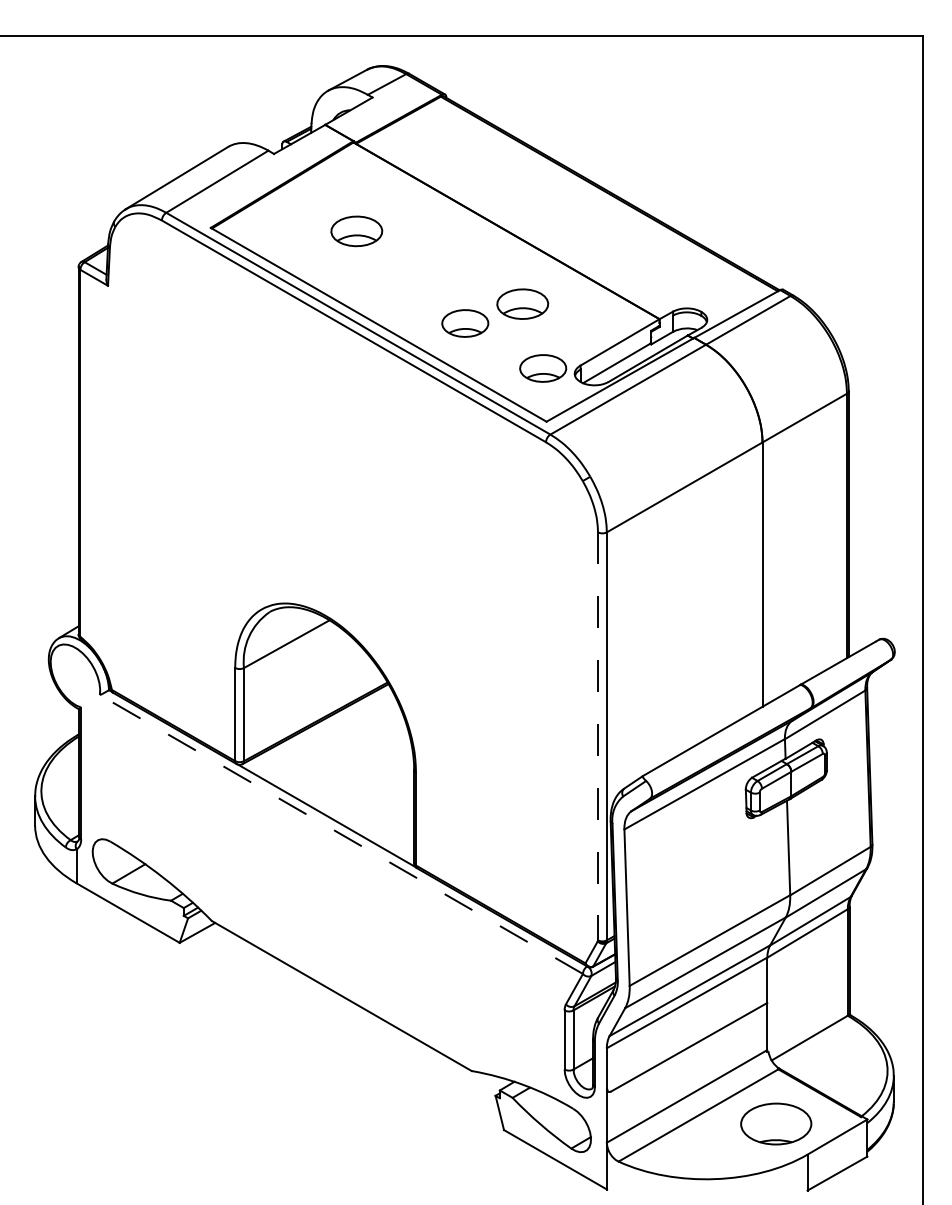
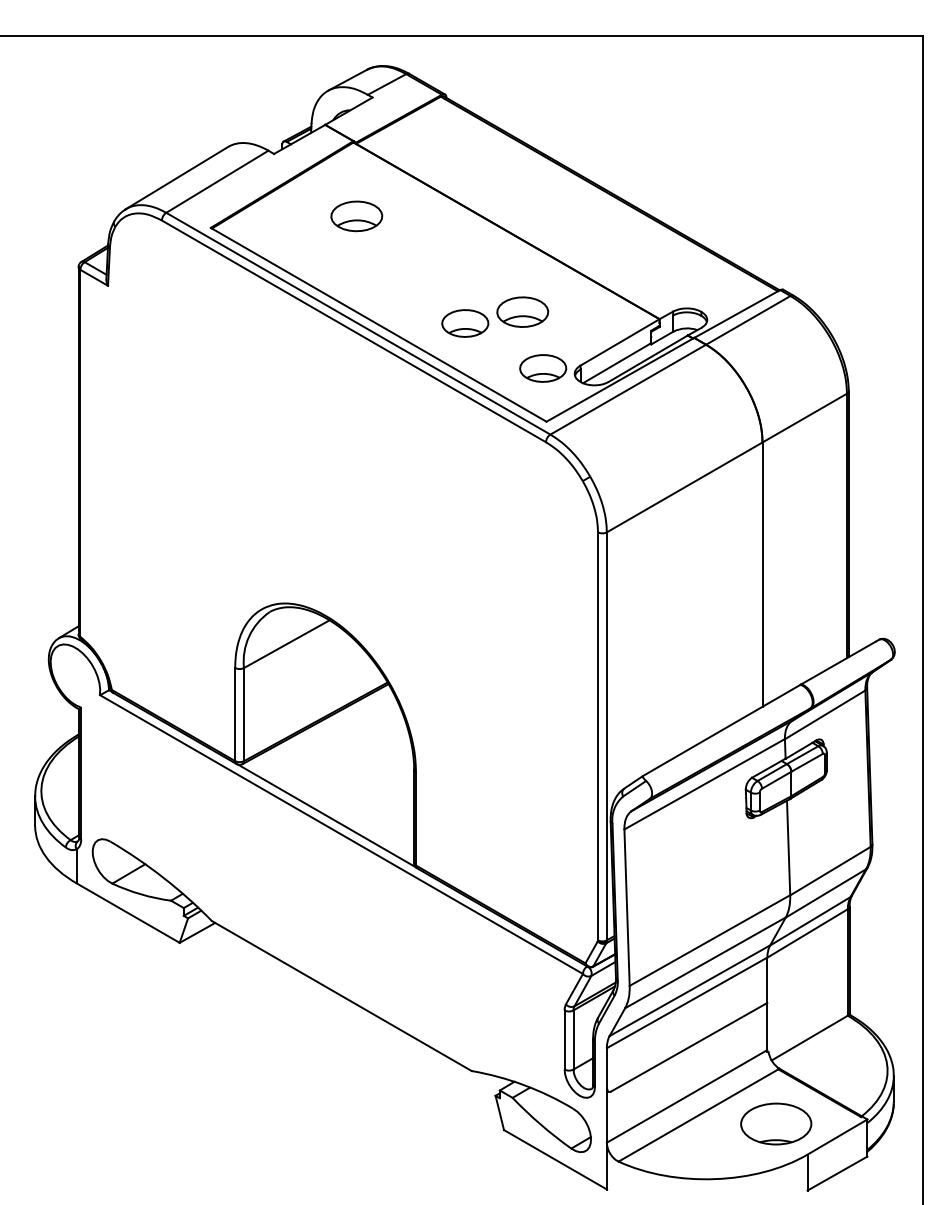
part at (356, 231) position: (356, 231) -> (356, 216)
part at (522, 303) position: (522, 303) -> (522, 311)
line at (598, 736): dashed -> solid
line at (341, 834): dashed -> solid
